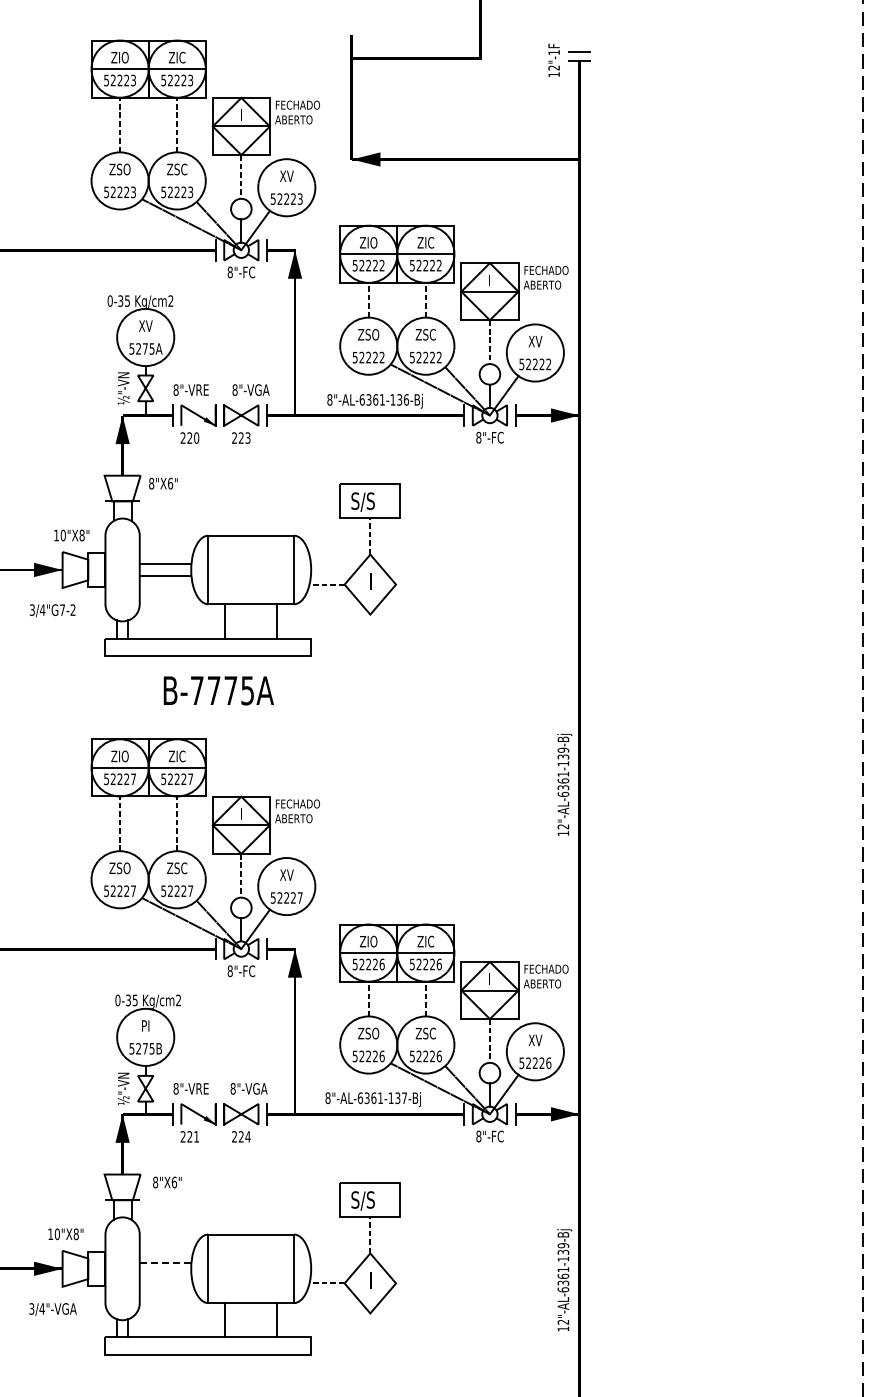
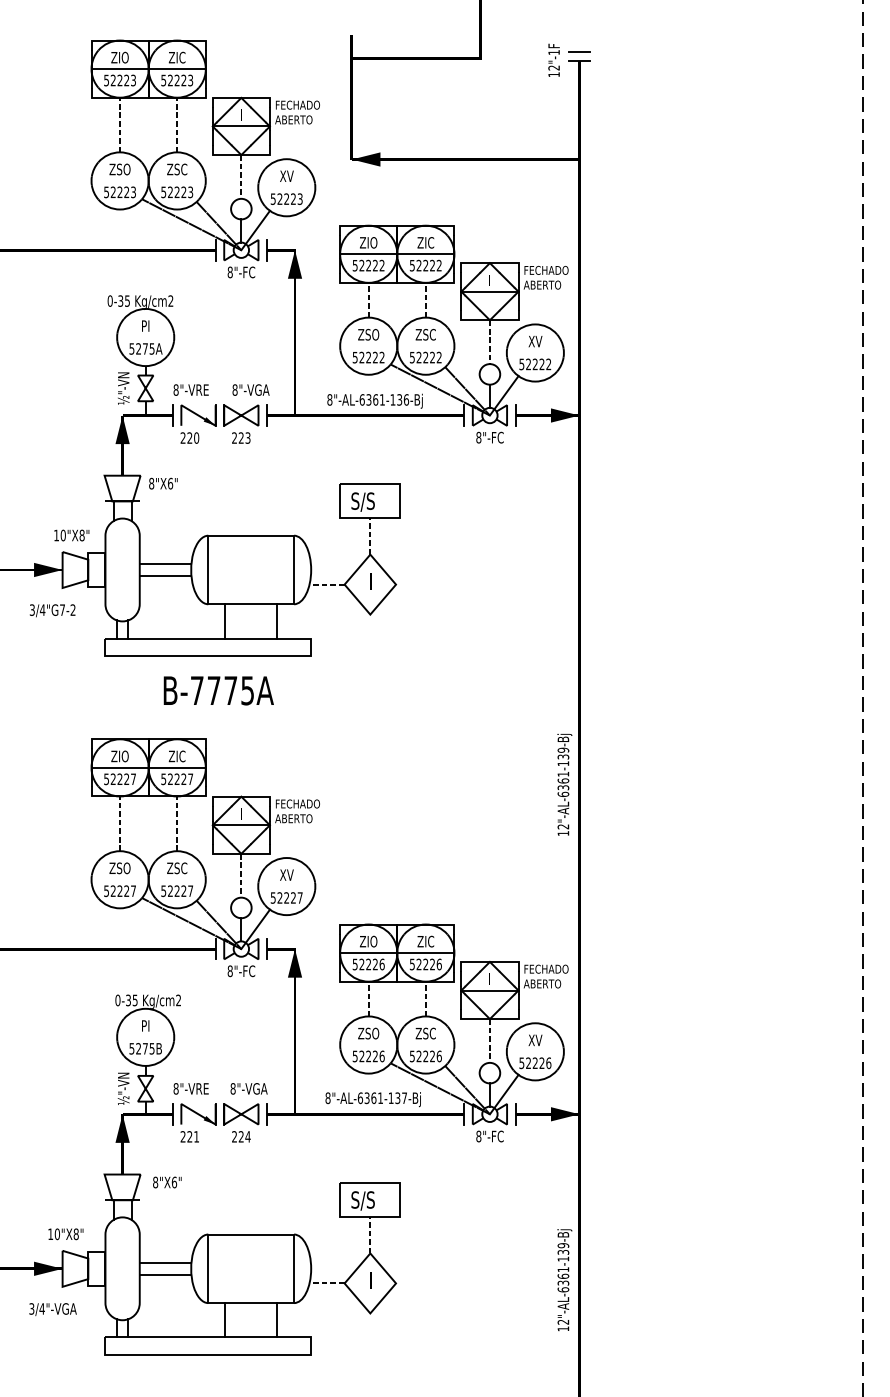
text at (145, 325): XV -> PI
line at (165, 1263): dashed -> solid
line at (165, 1274): none -> present
